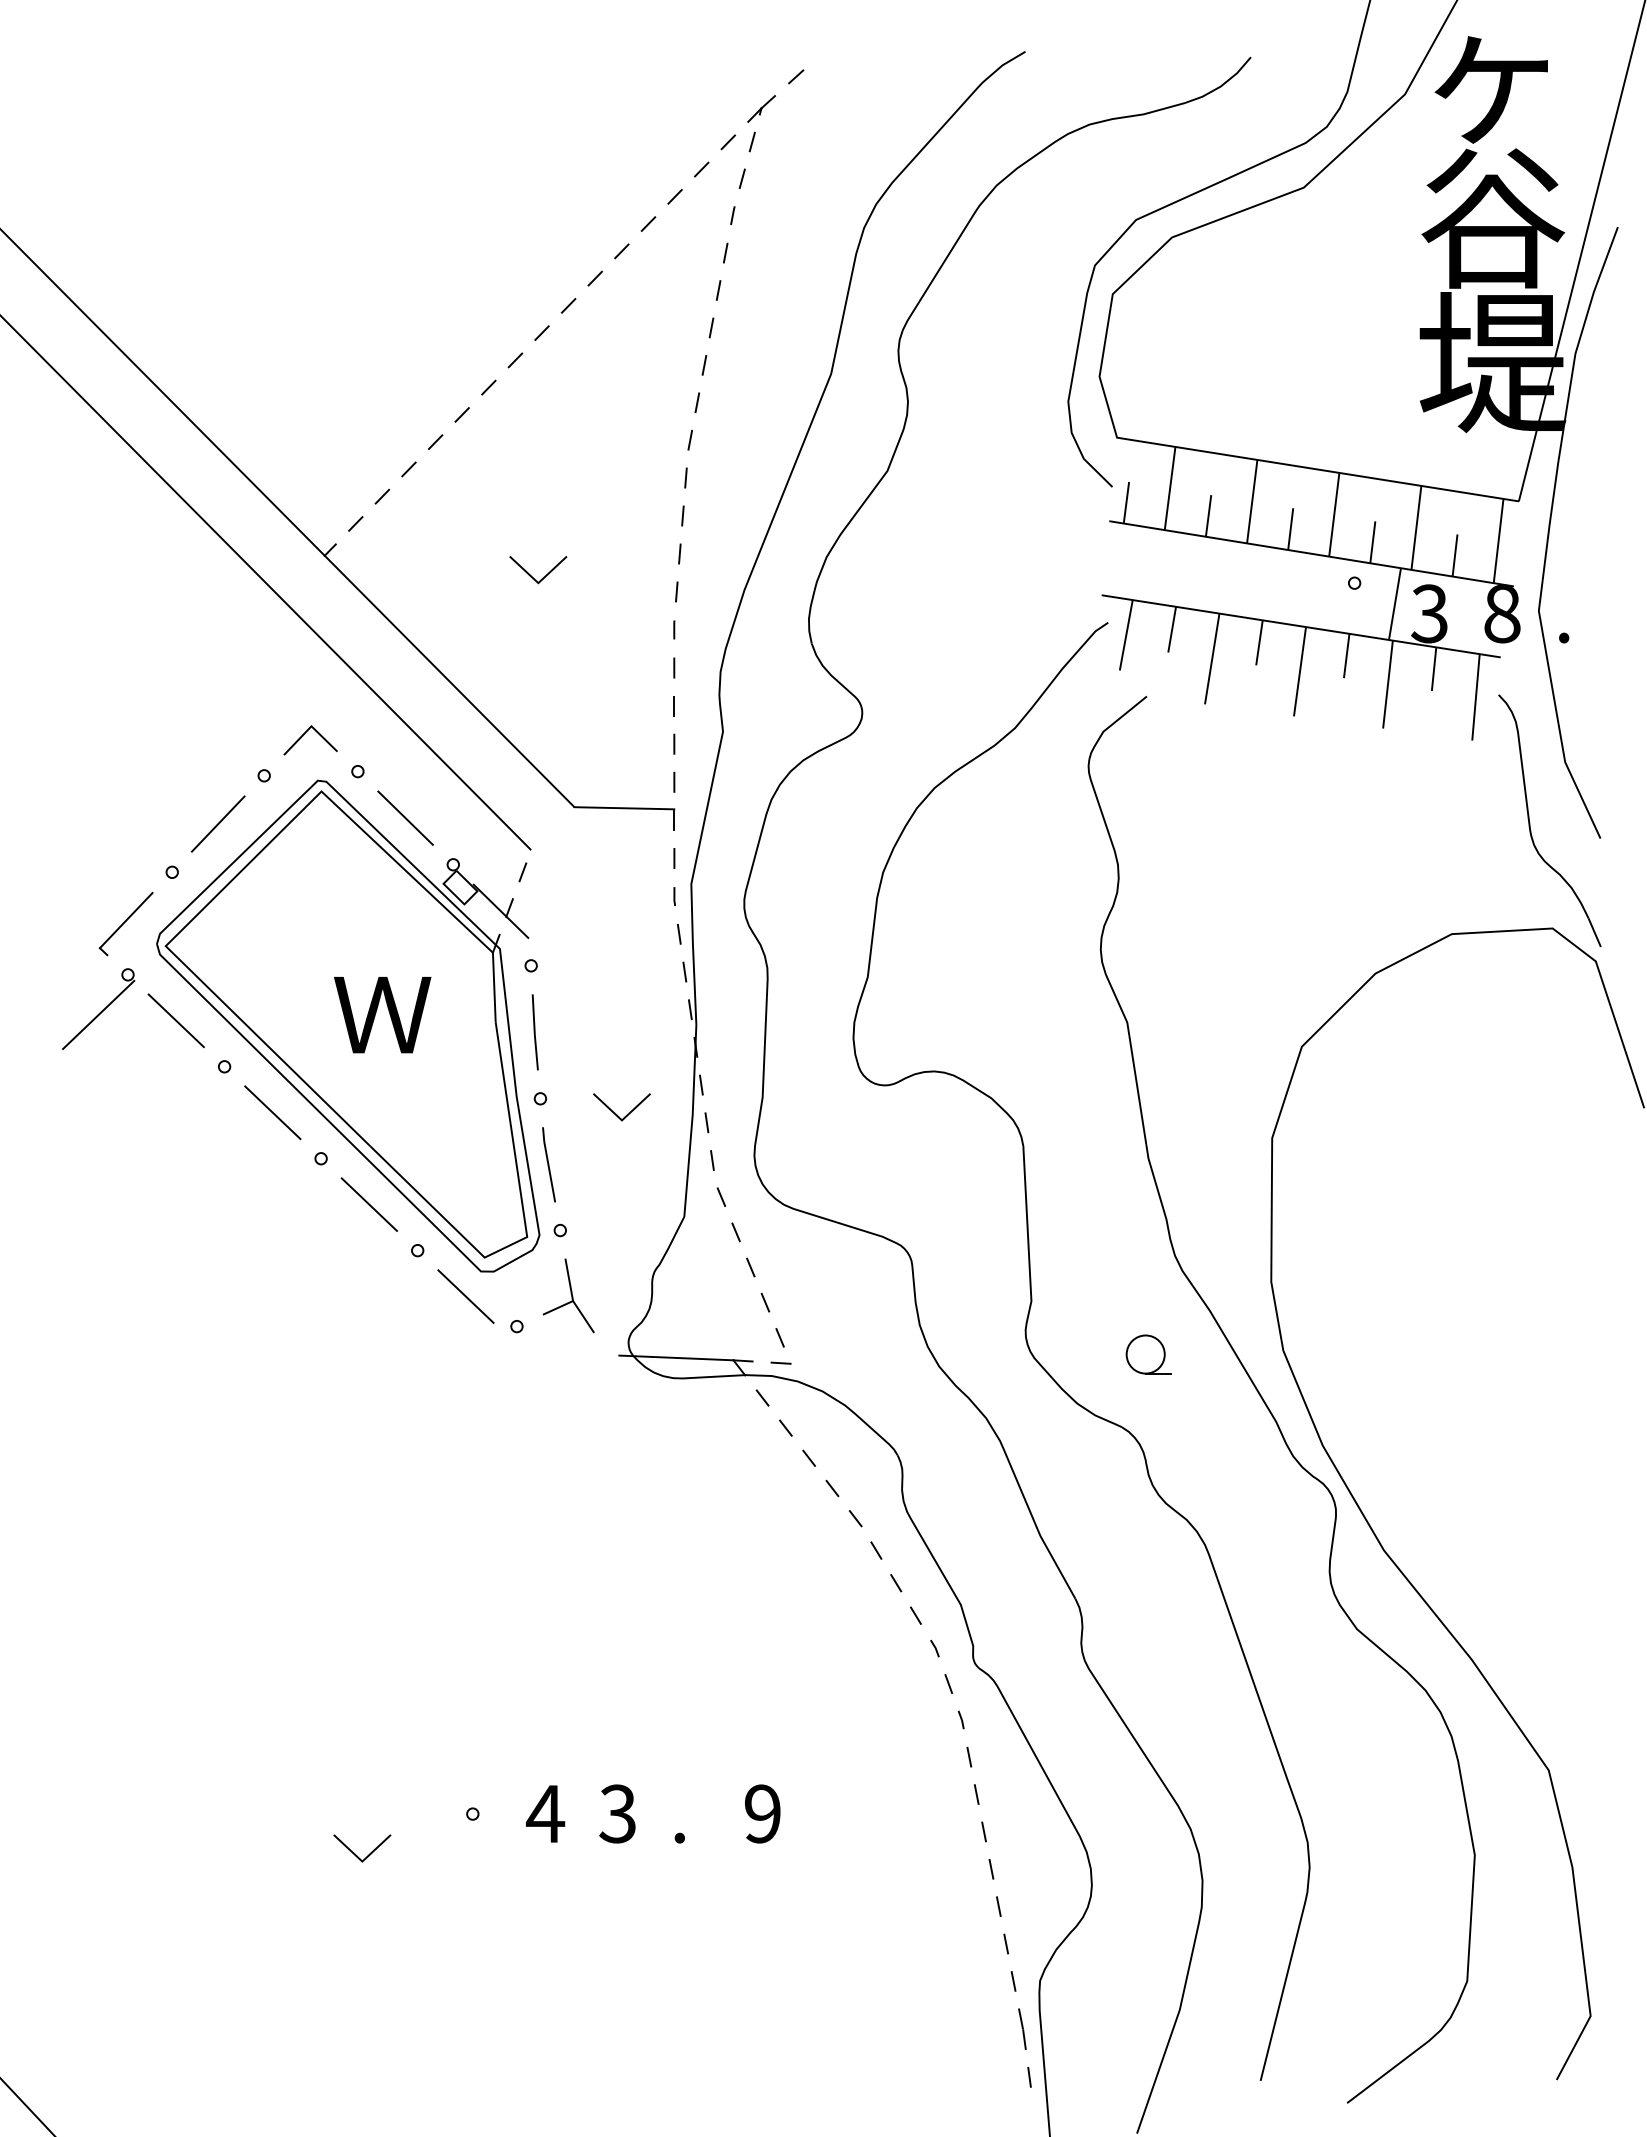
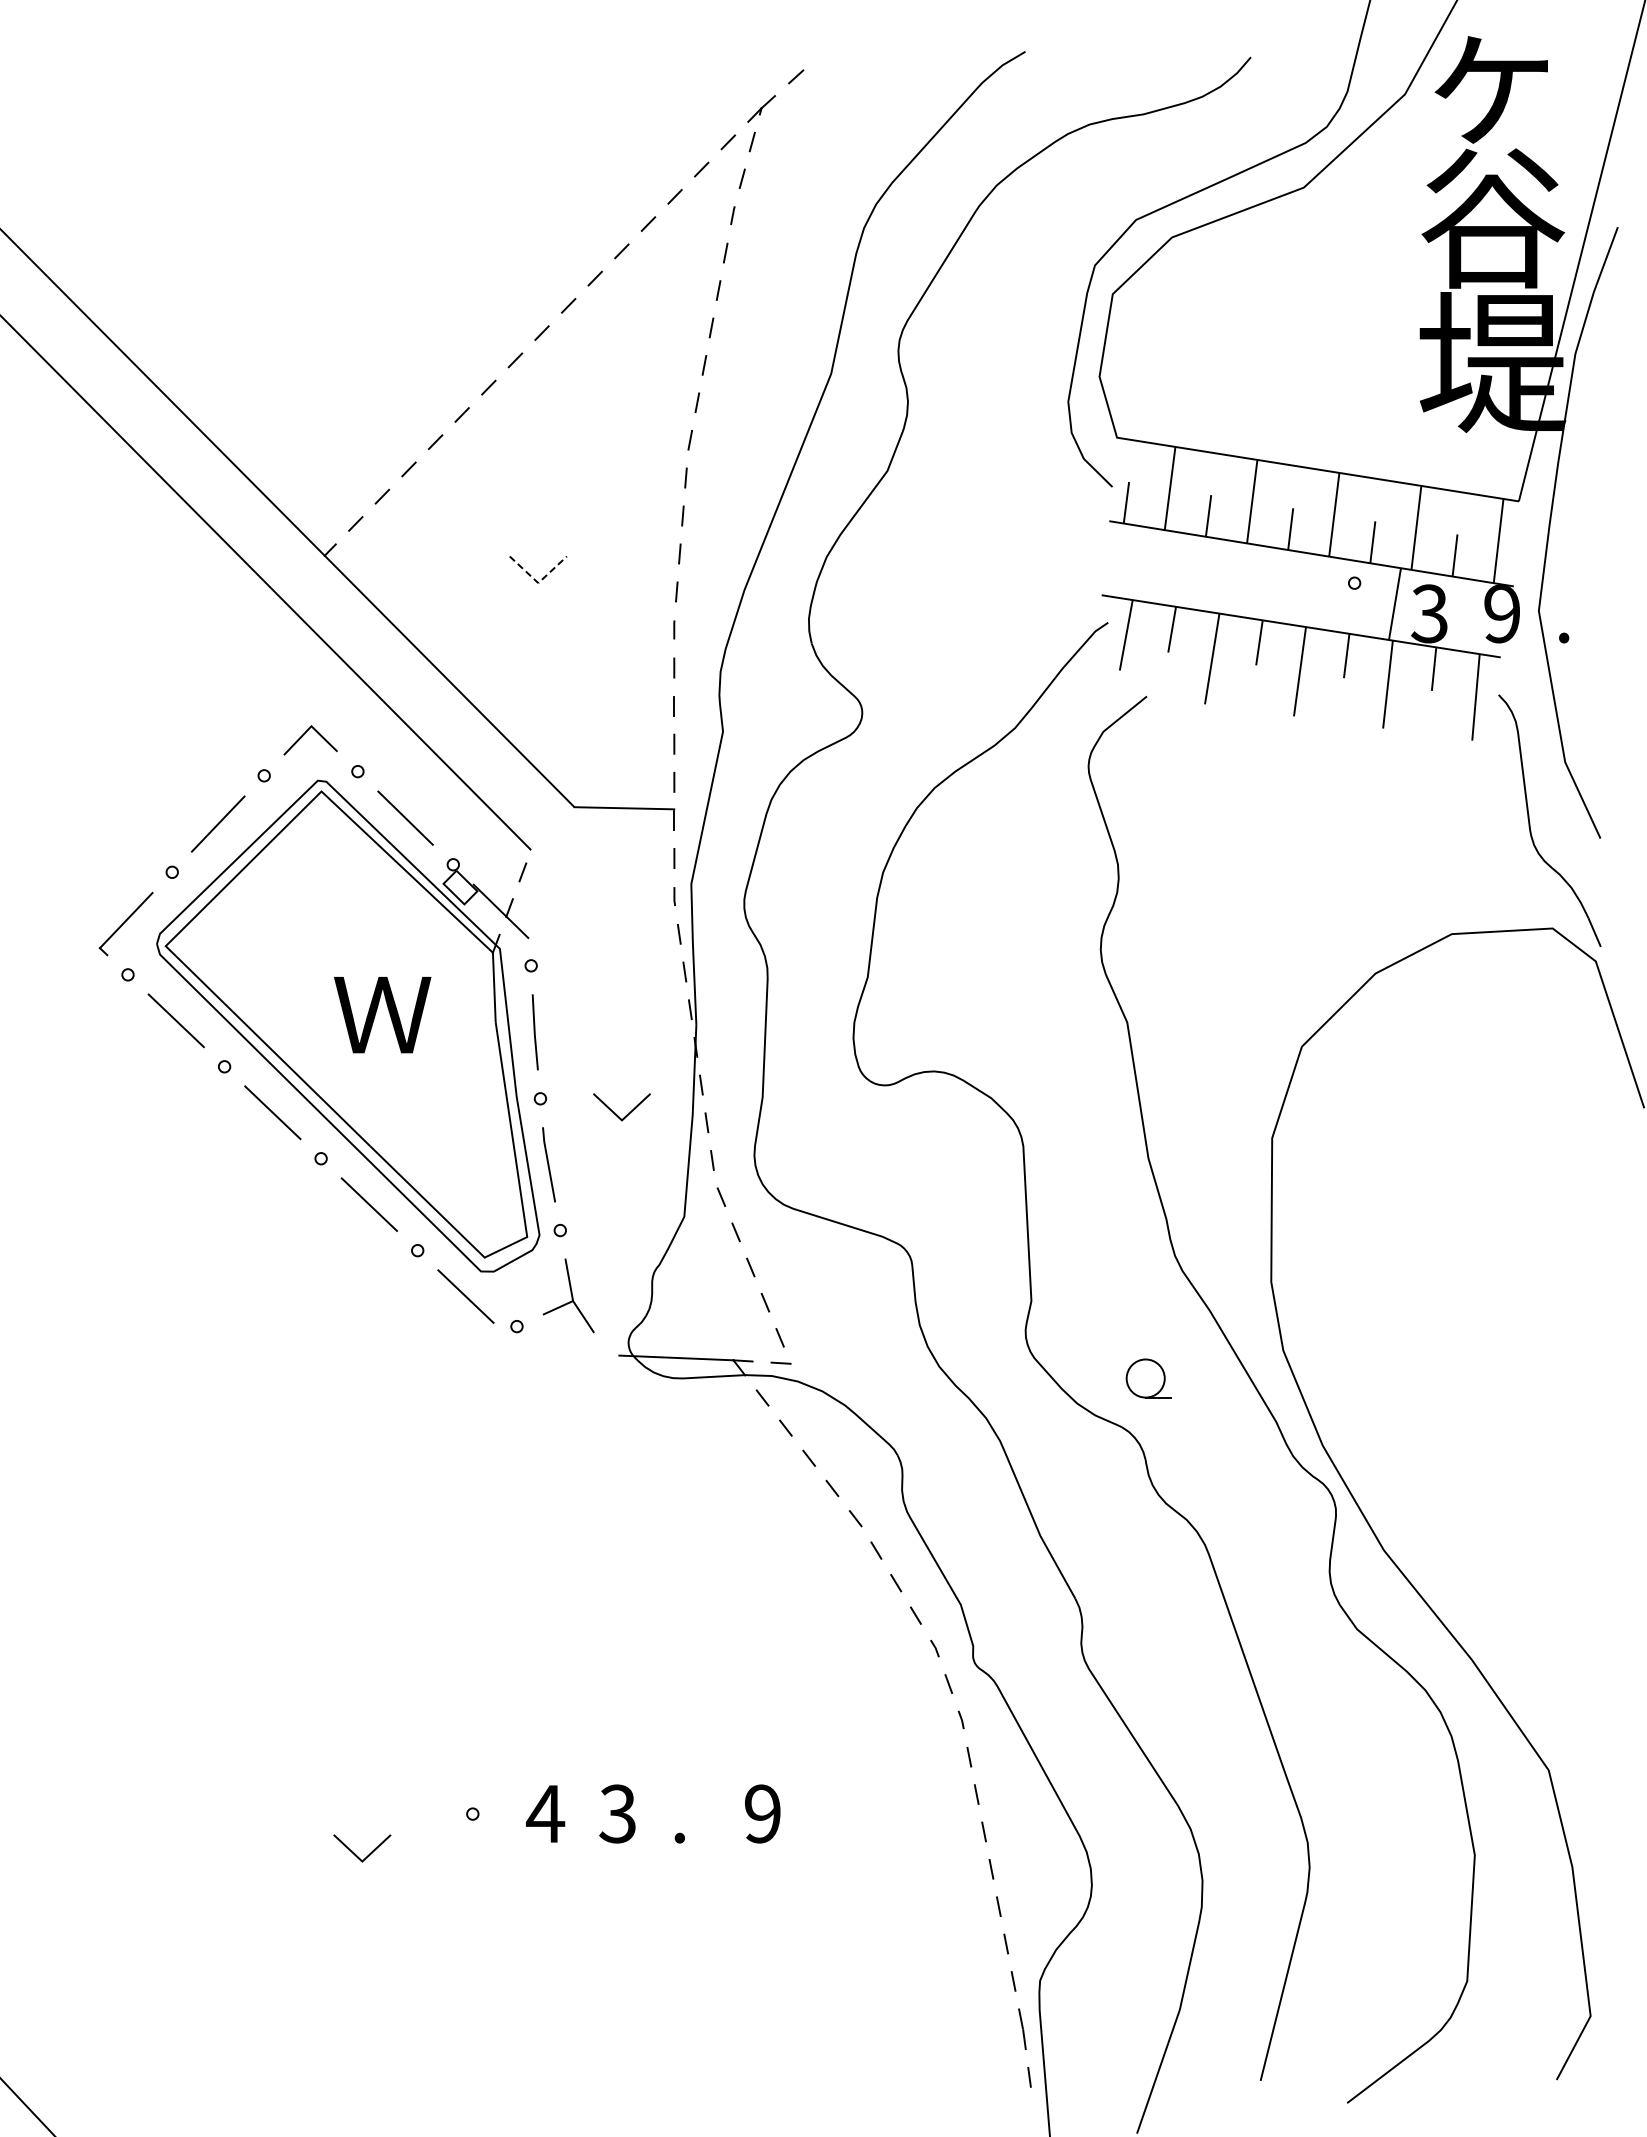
line at (538, 583): solid -> dashed
text at (1502, 614): 8 -> 9
line at (98, 1014): present -> none
part at (1148, 1354) position: (1148, 1354) -> (1148, 1378)
